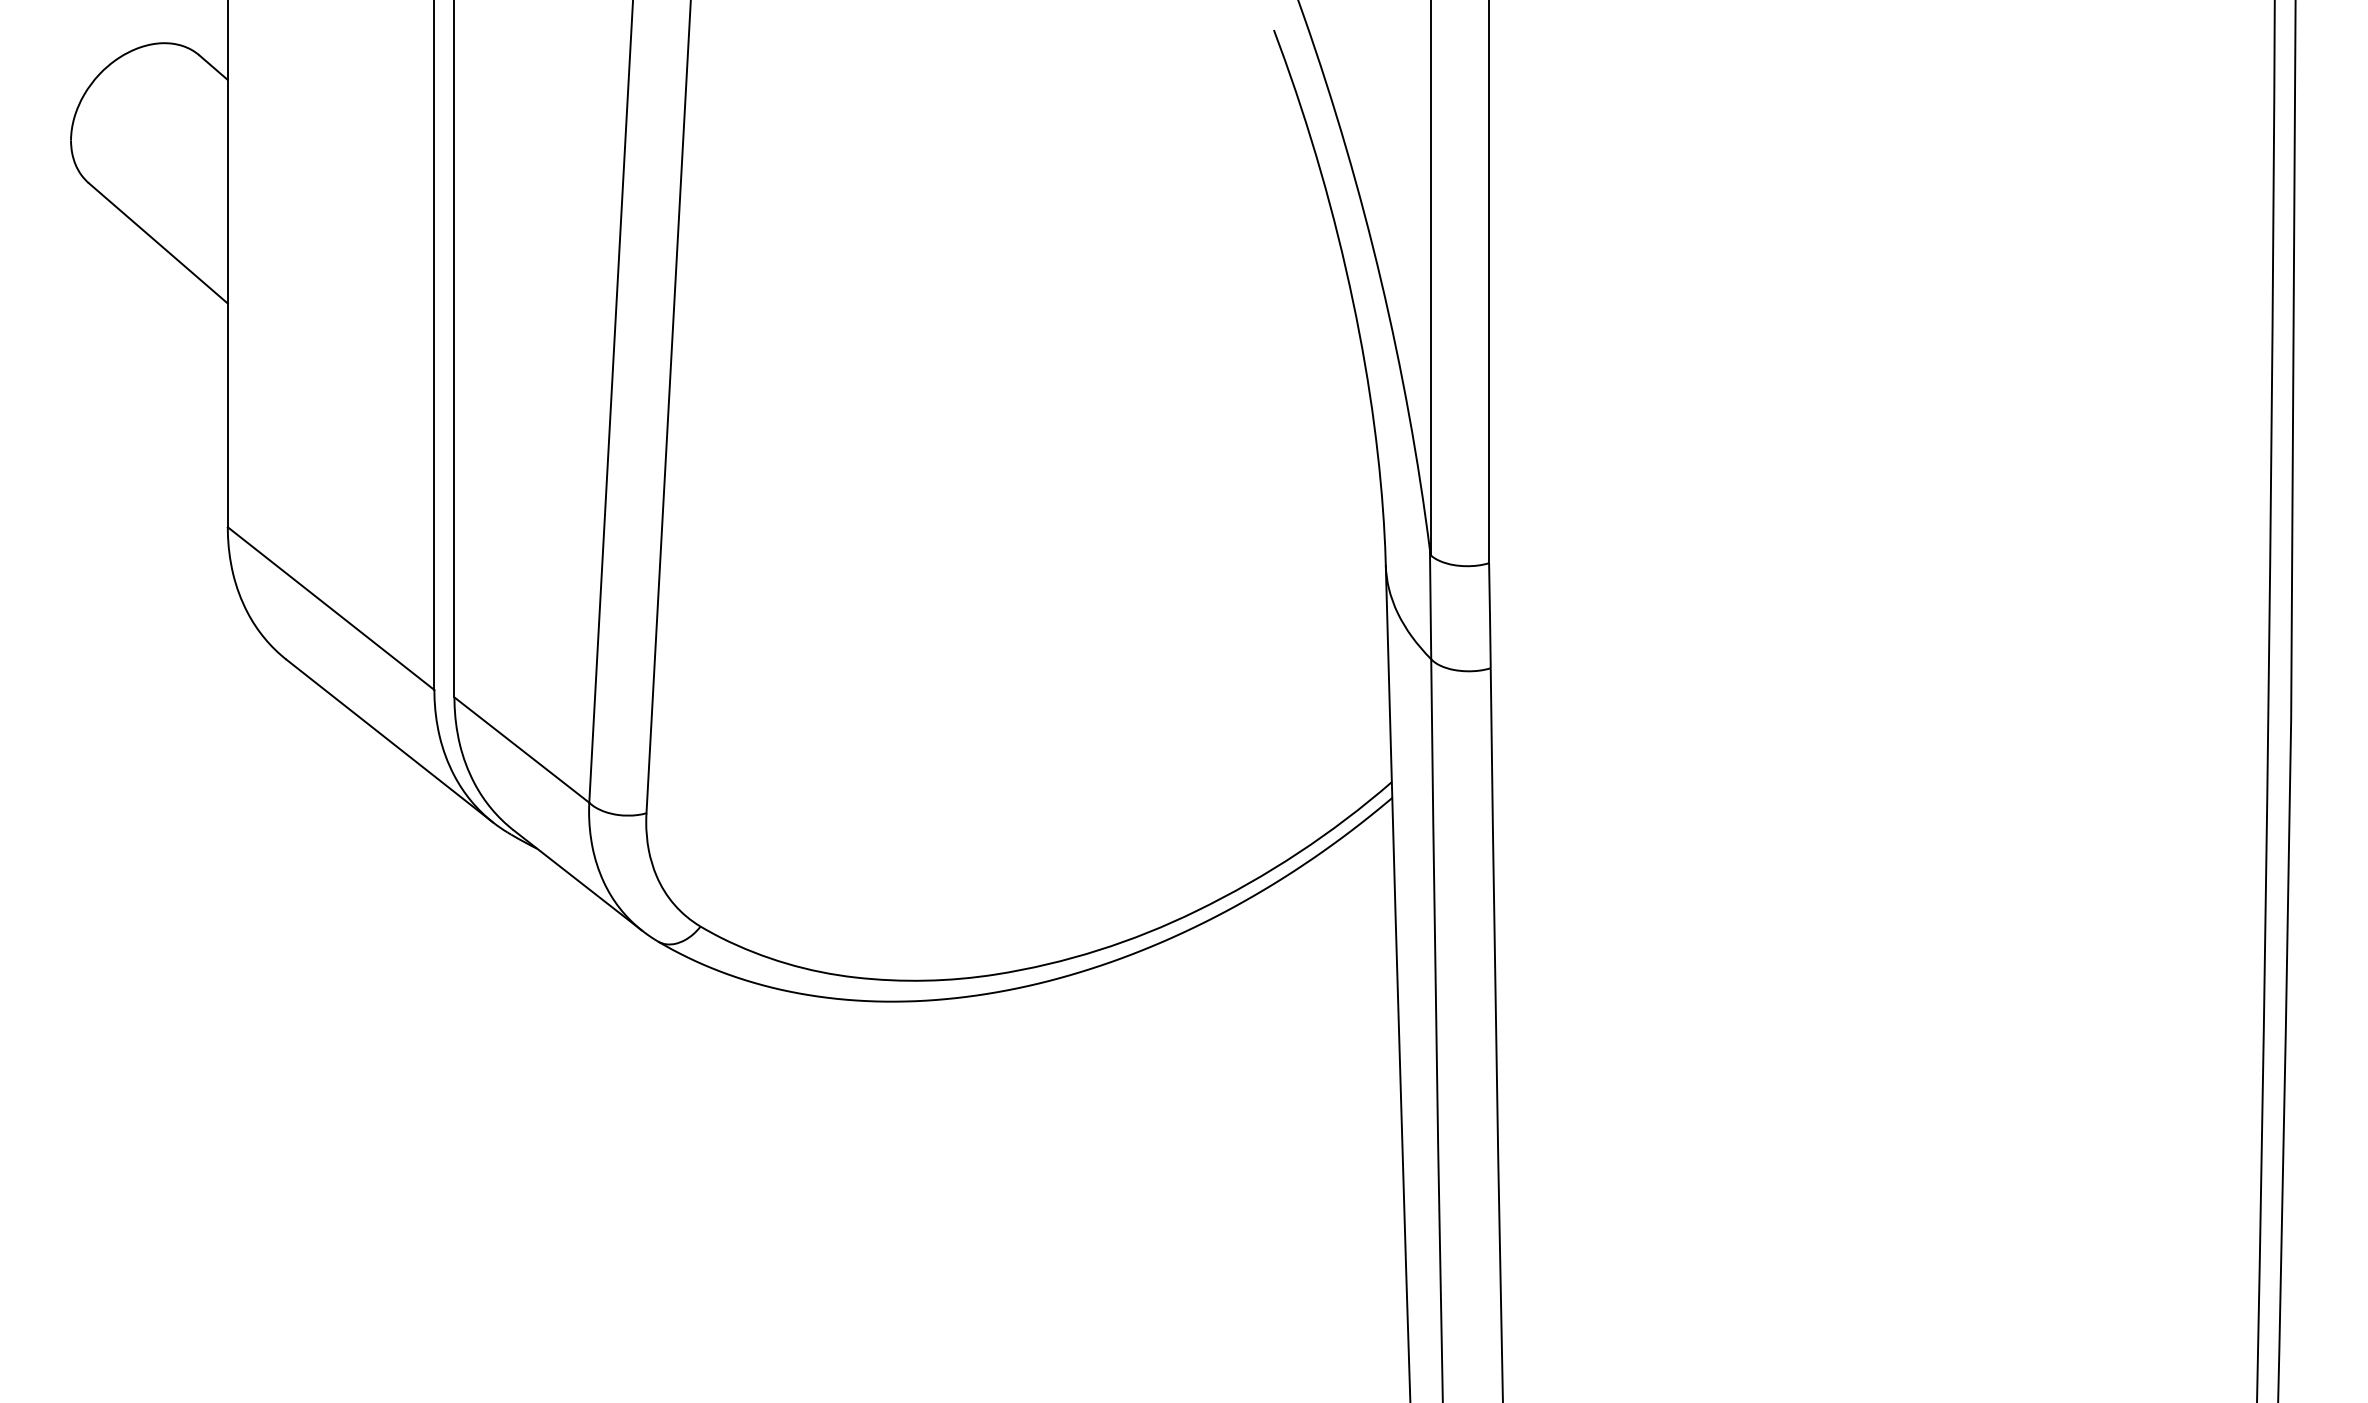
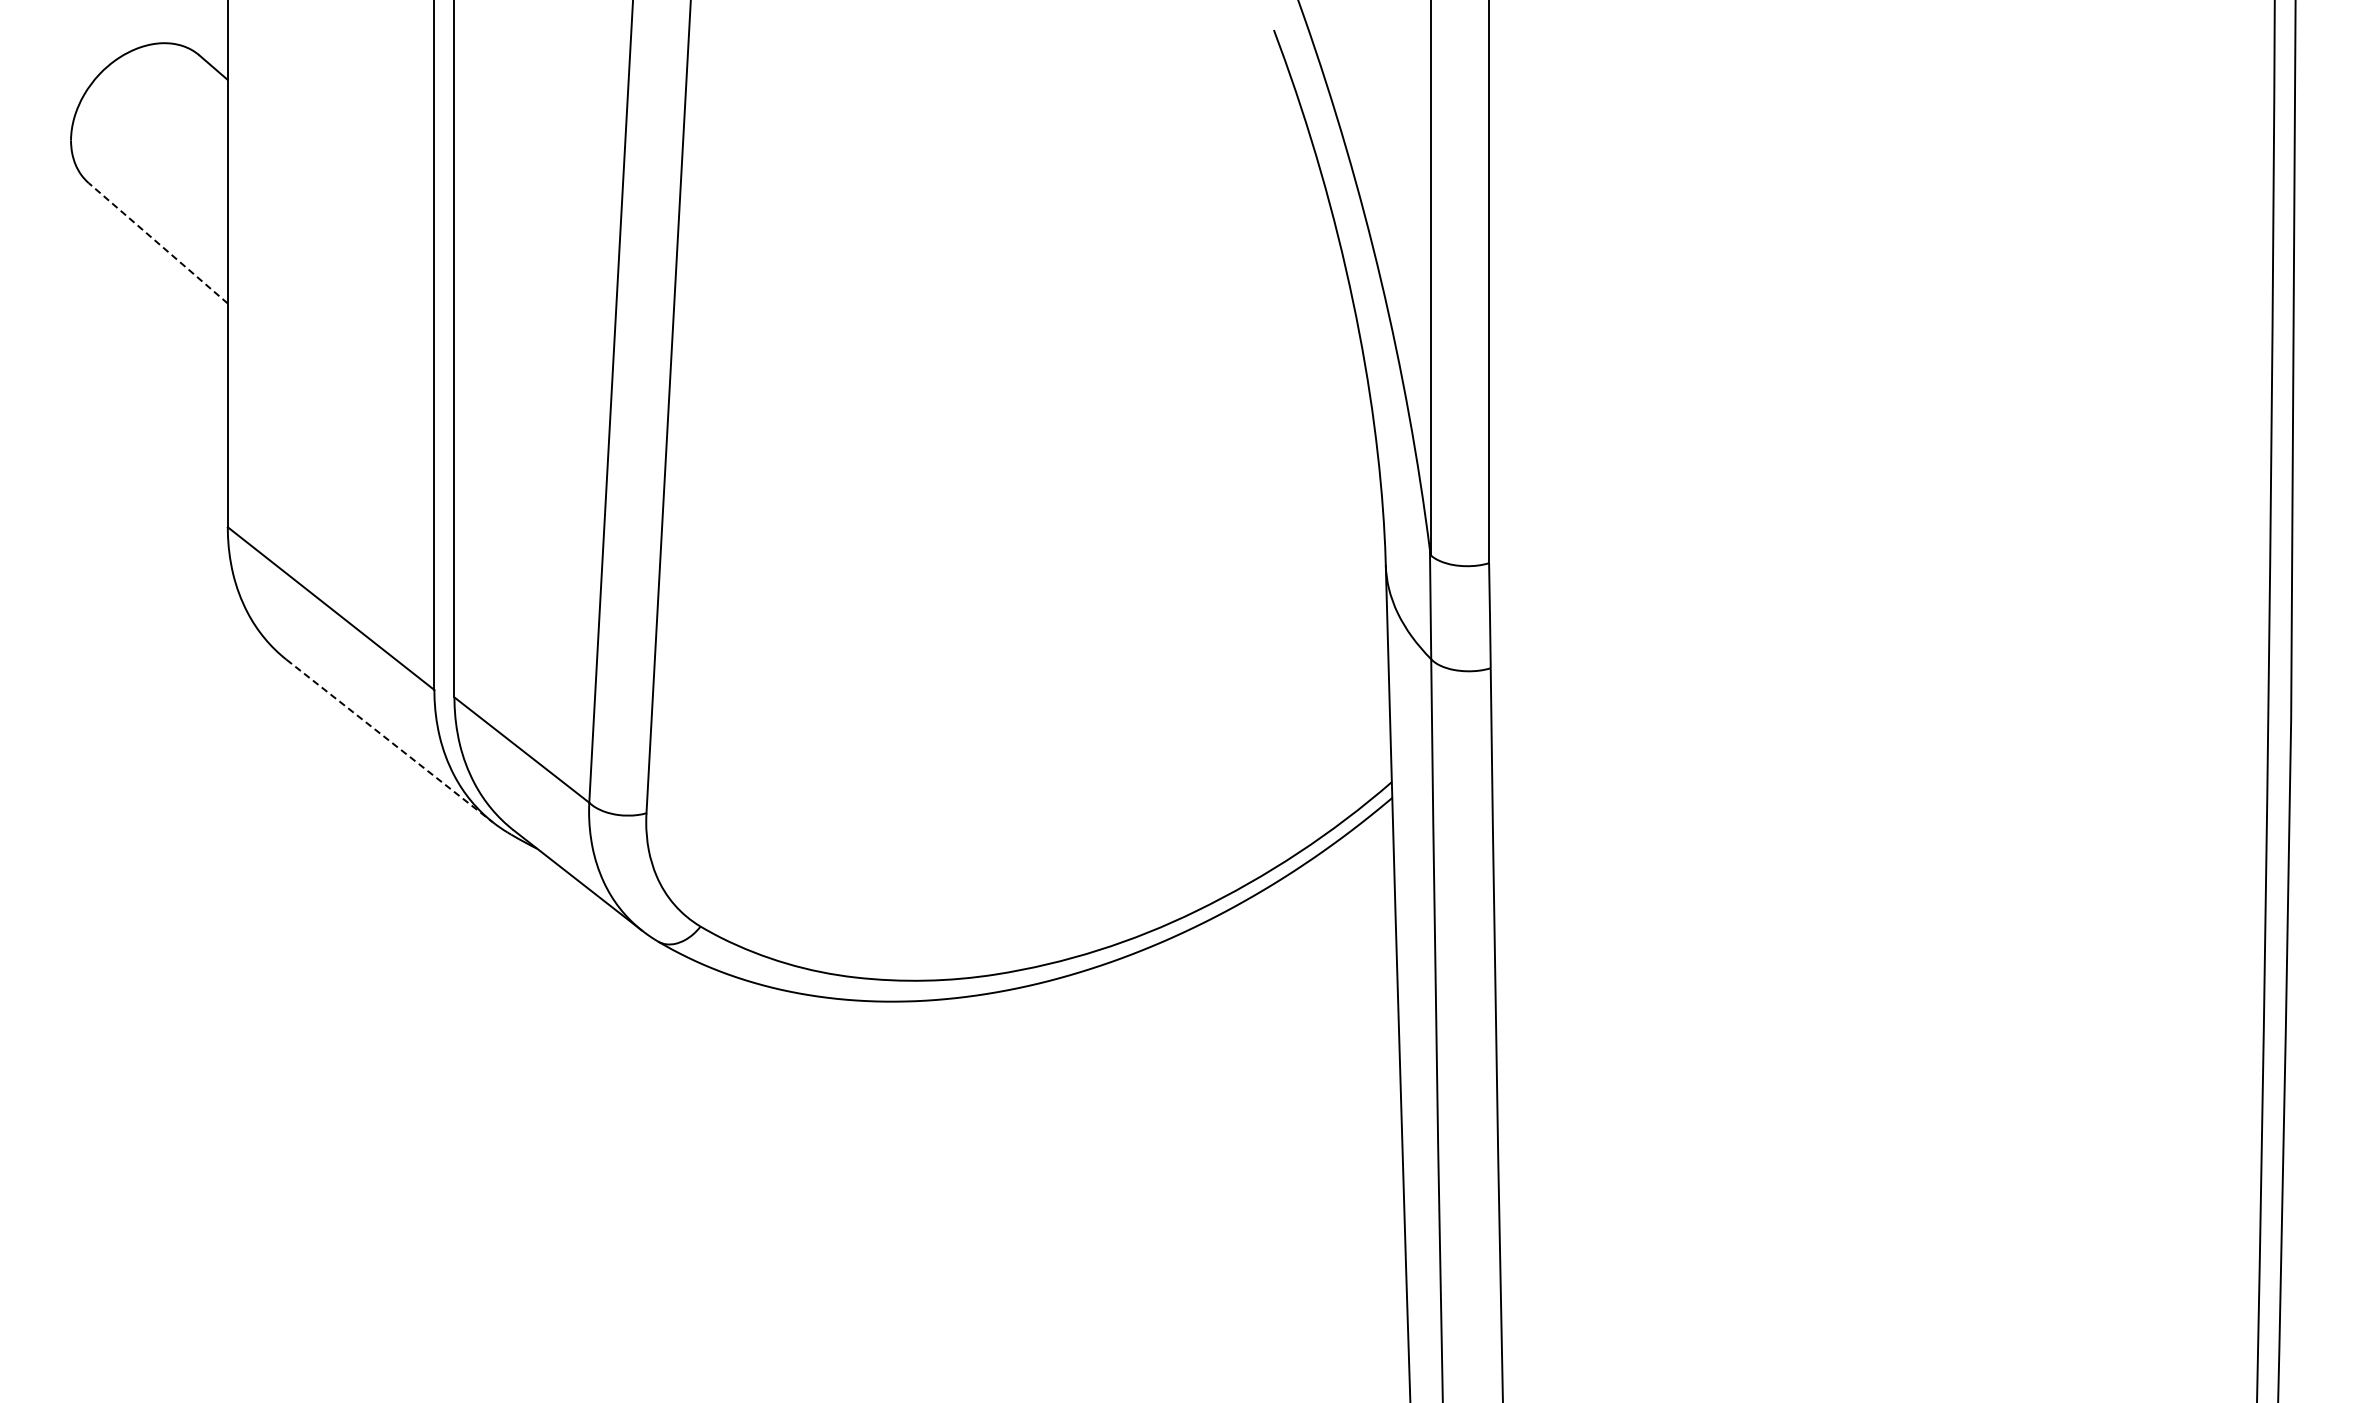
line at (158, 243): solid -> dashed
line at (389, 741): solid -> dashed
